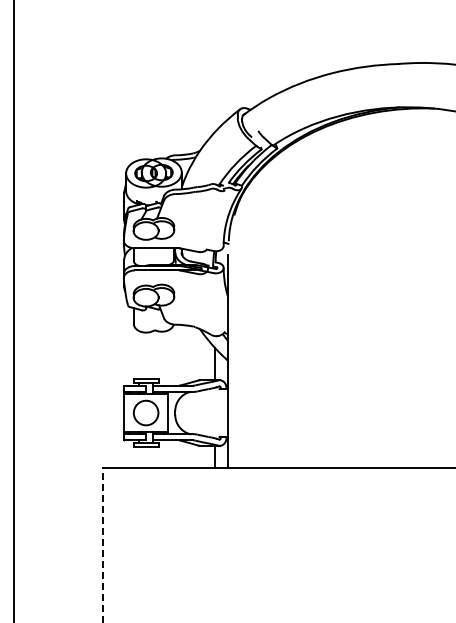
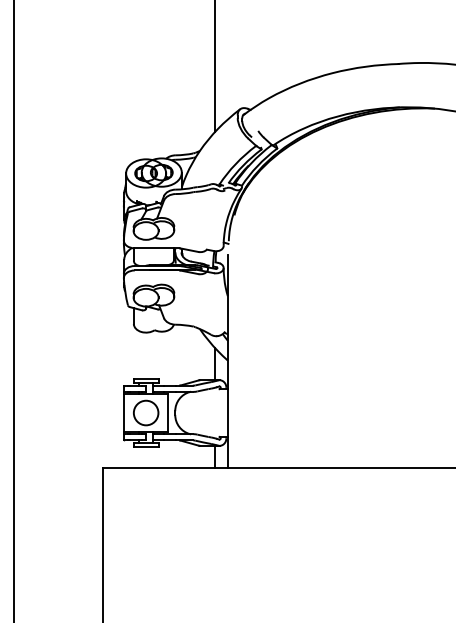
line at (215, 66): none -> present
line at (102, 544): dashed -> solid
